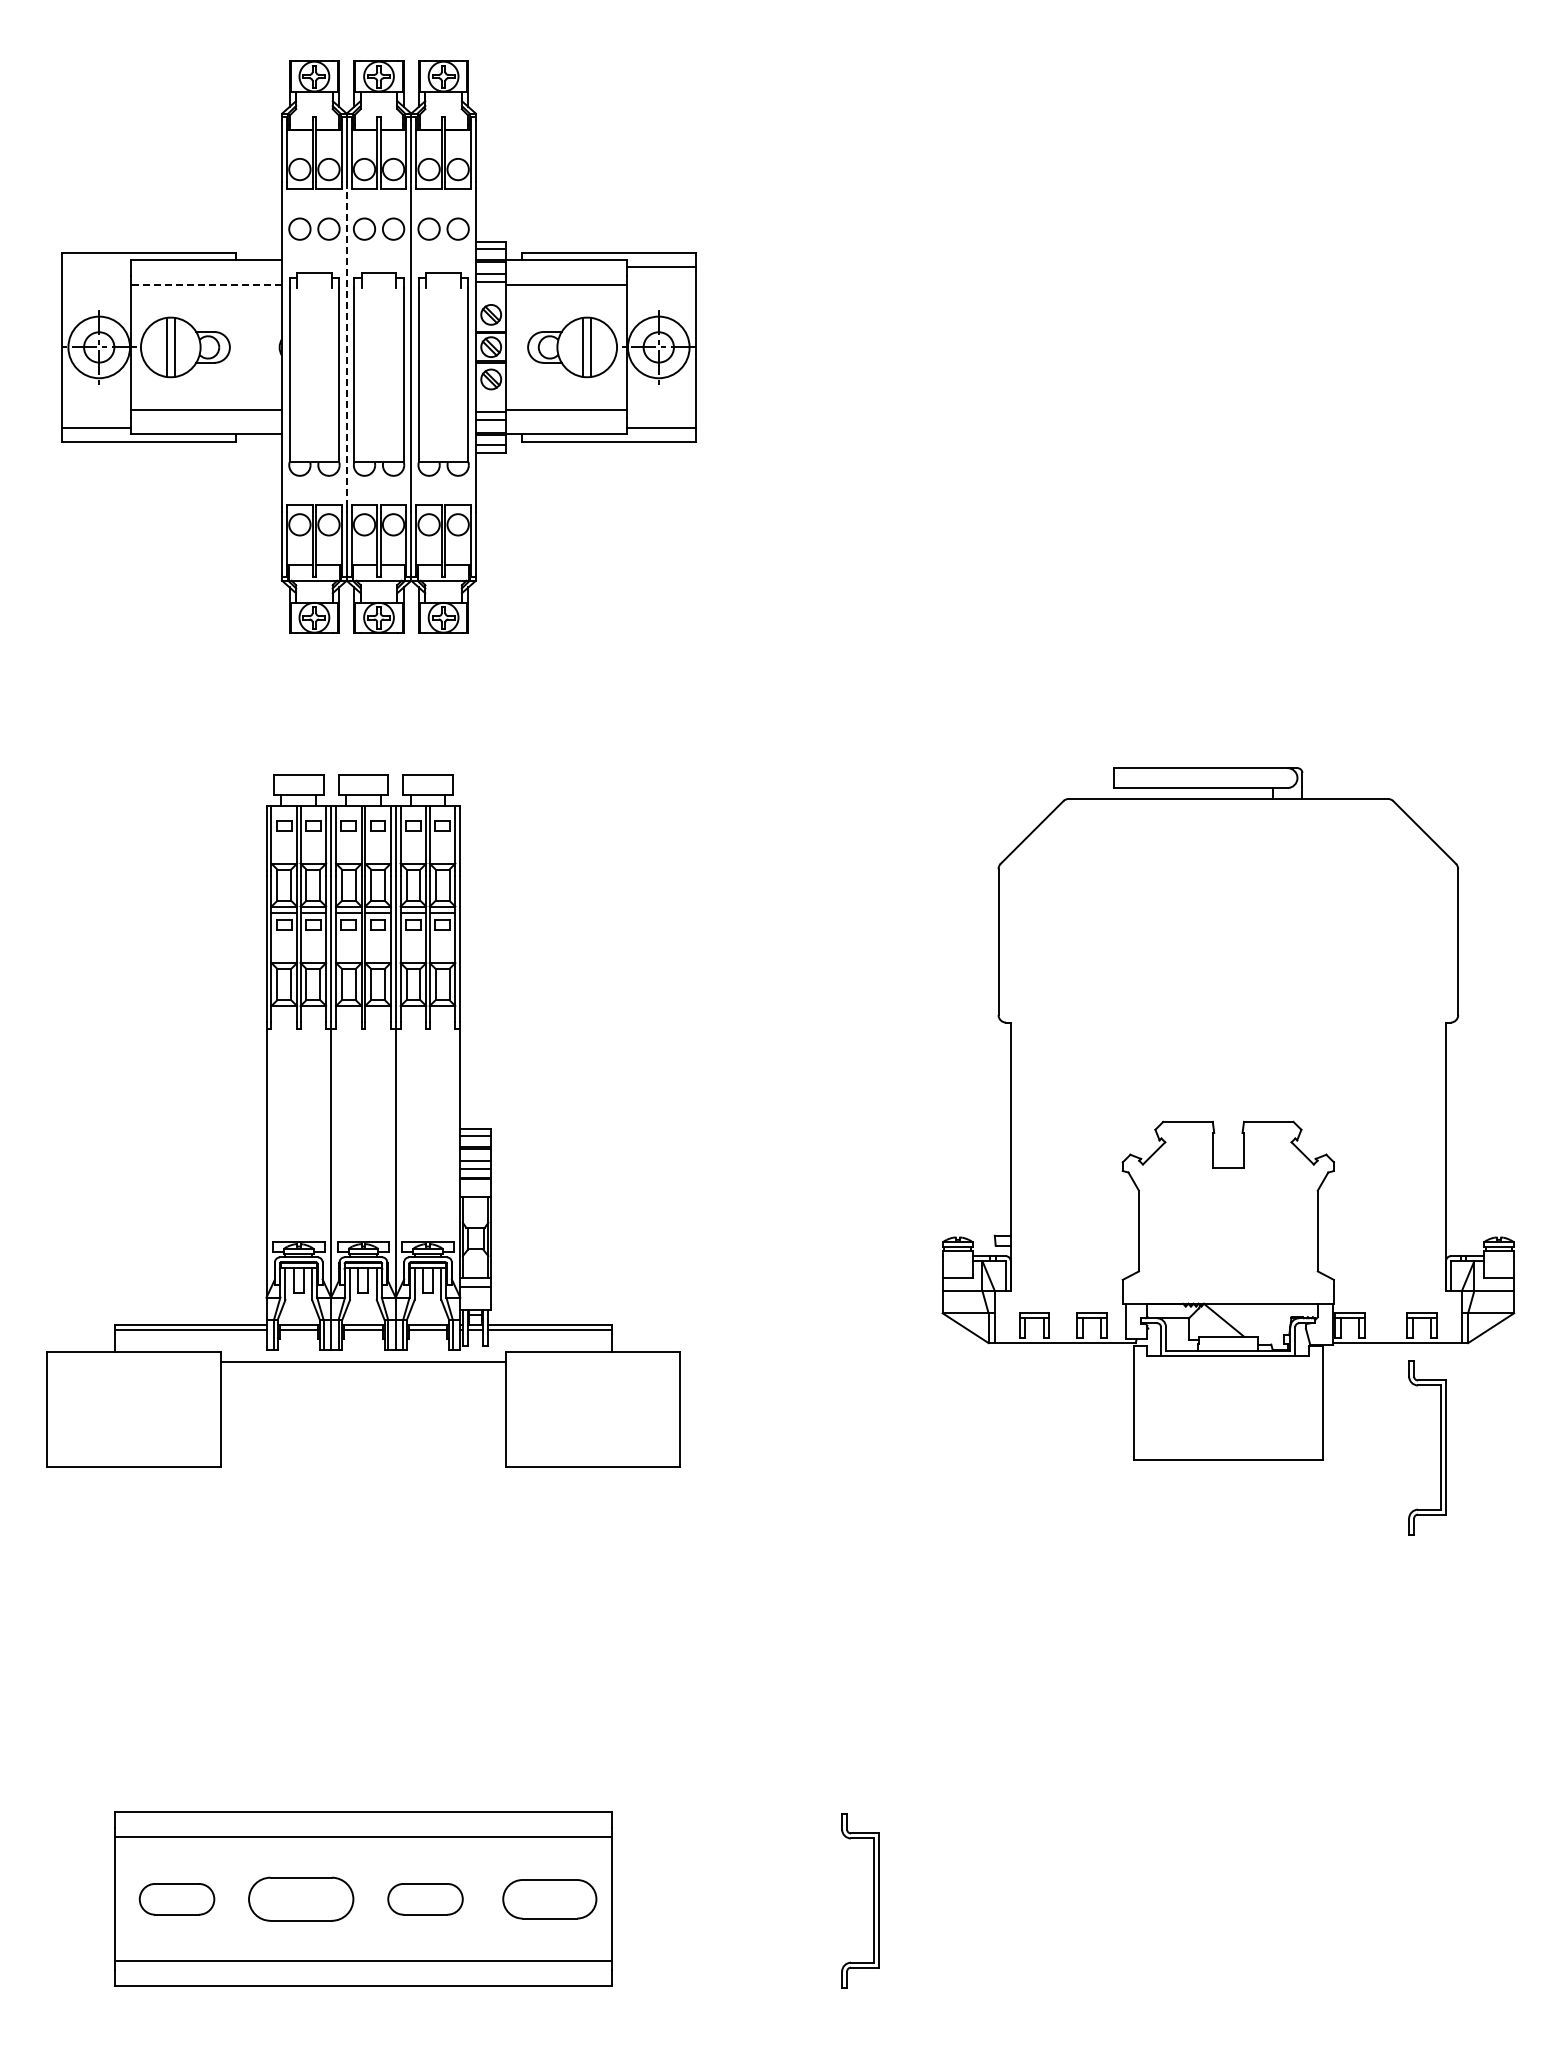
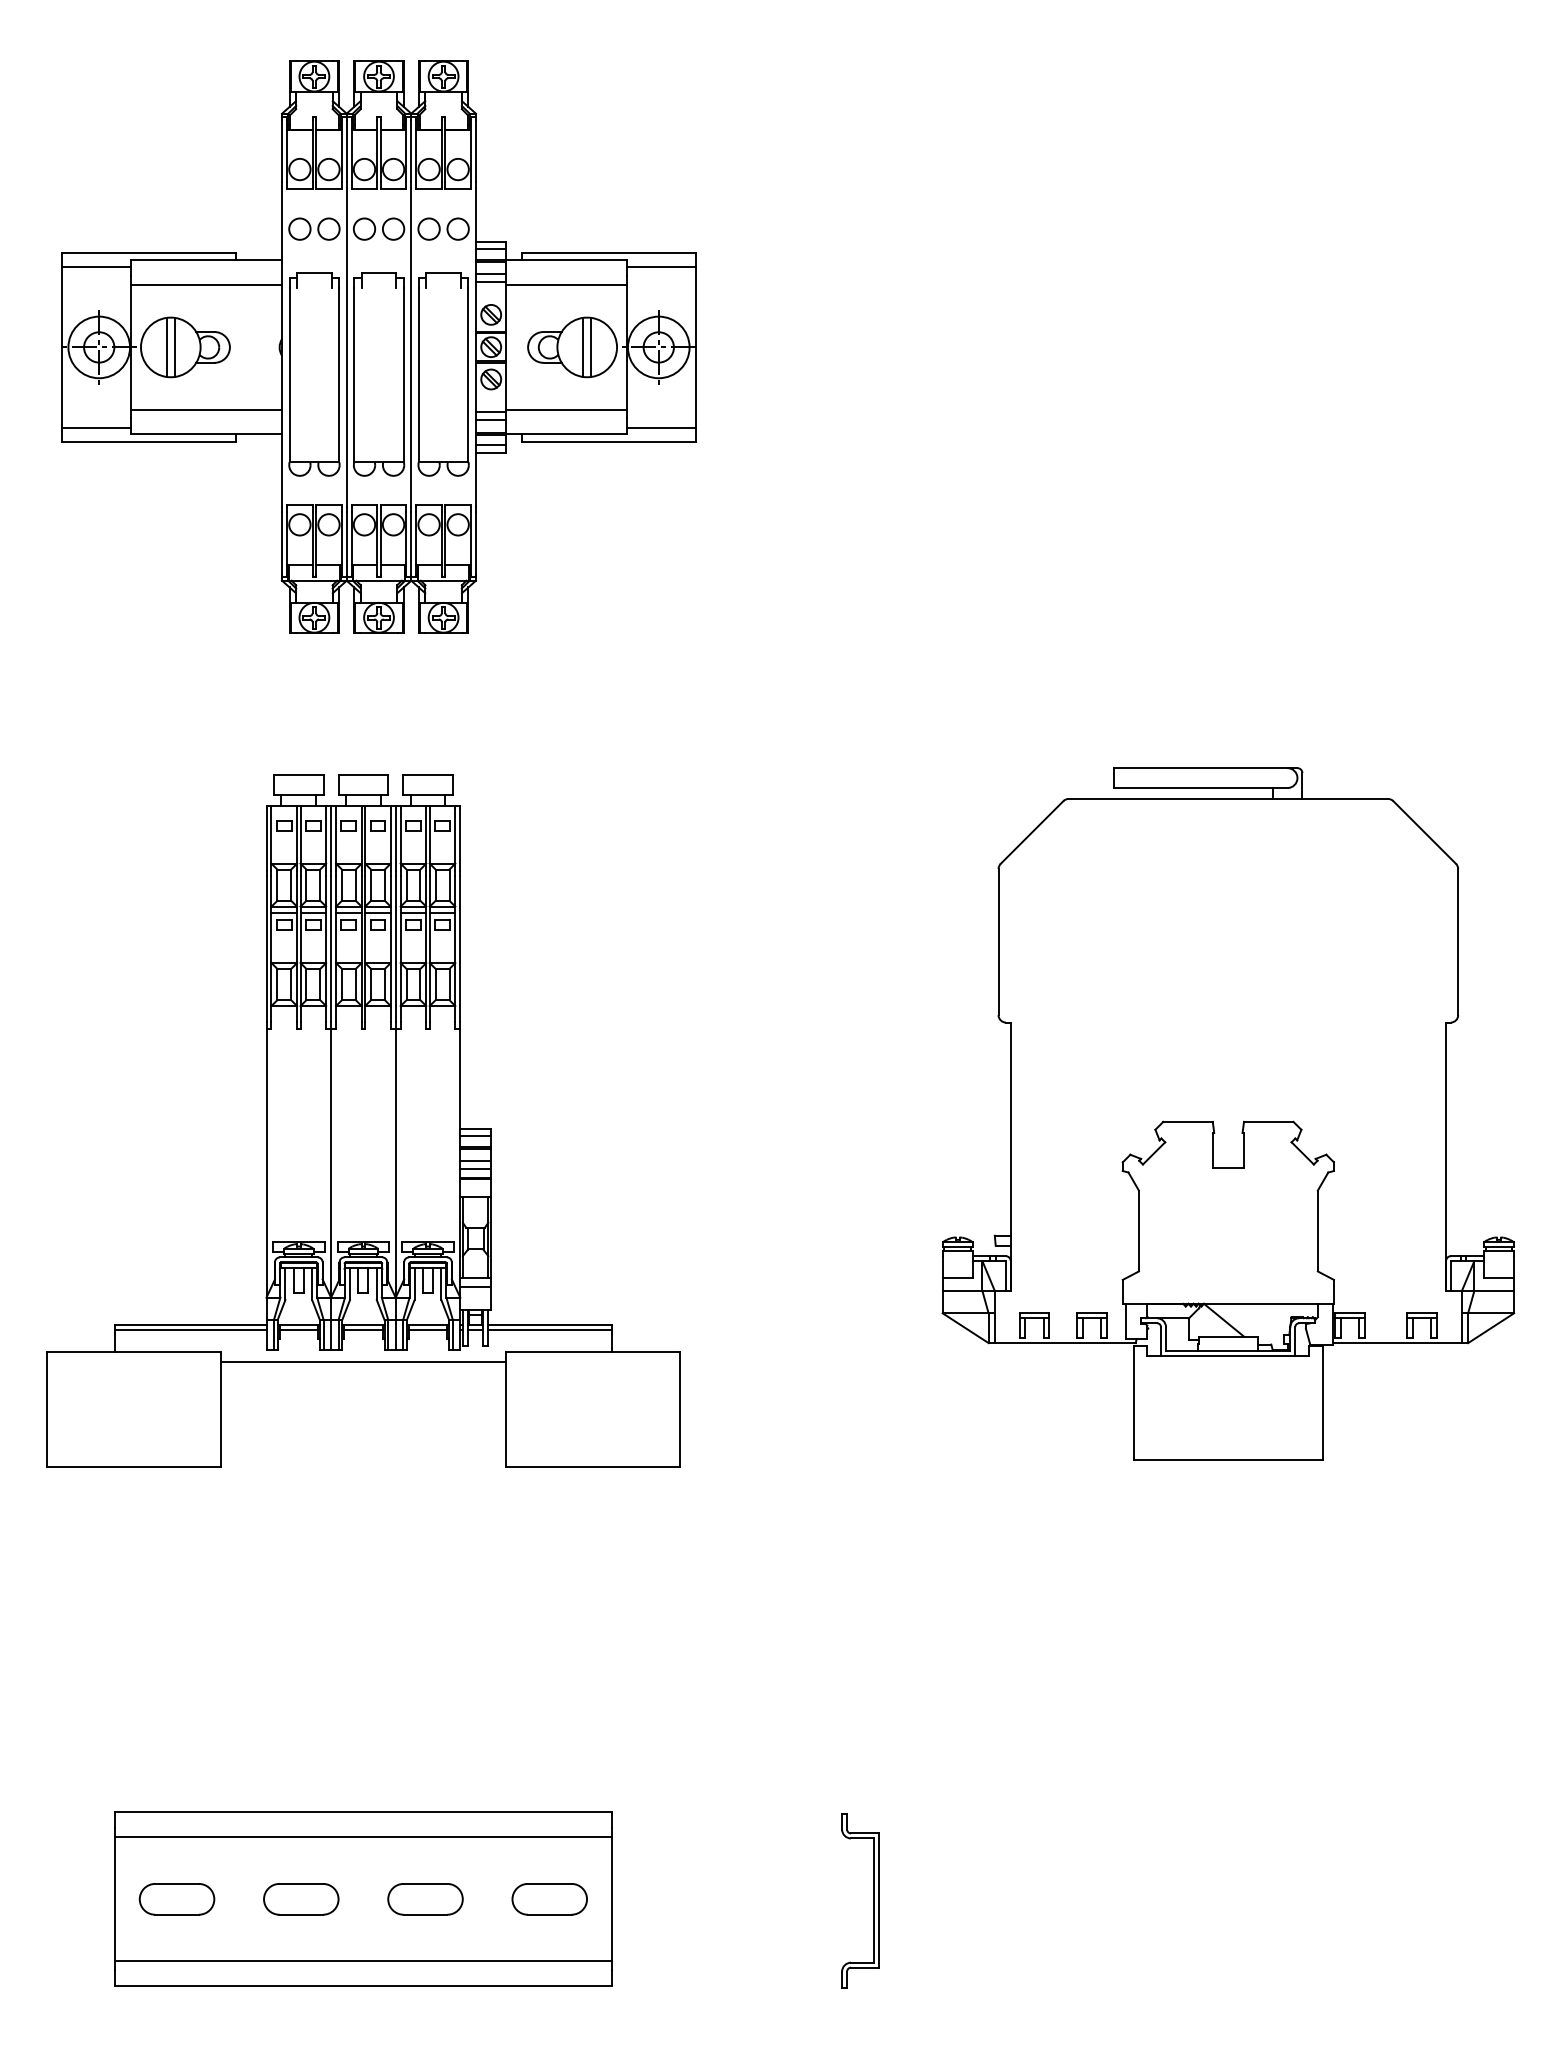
line at (96, 266): none -> present
line at (206, 285): dashed -> solid
line at (346, 347): dashed -> solid
part at (1440, 1447): present -> none
part at (301, 1898) size: 107x46 px -> 77x33 px
part at (549, 1899) size: 96x41 px -> 77x33 px
